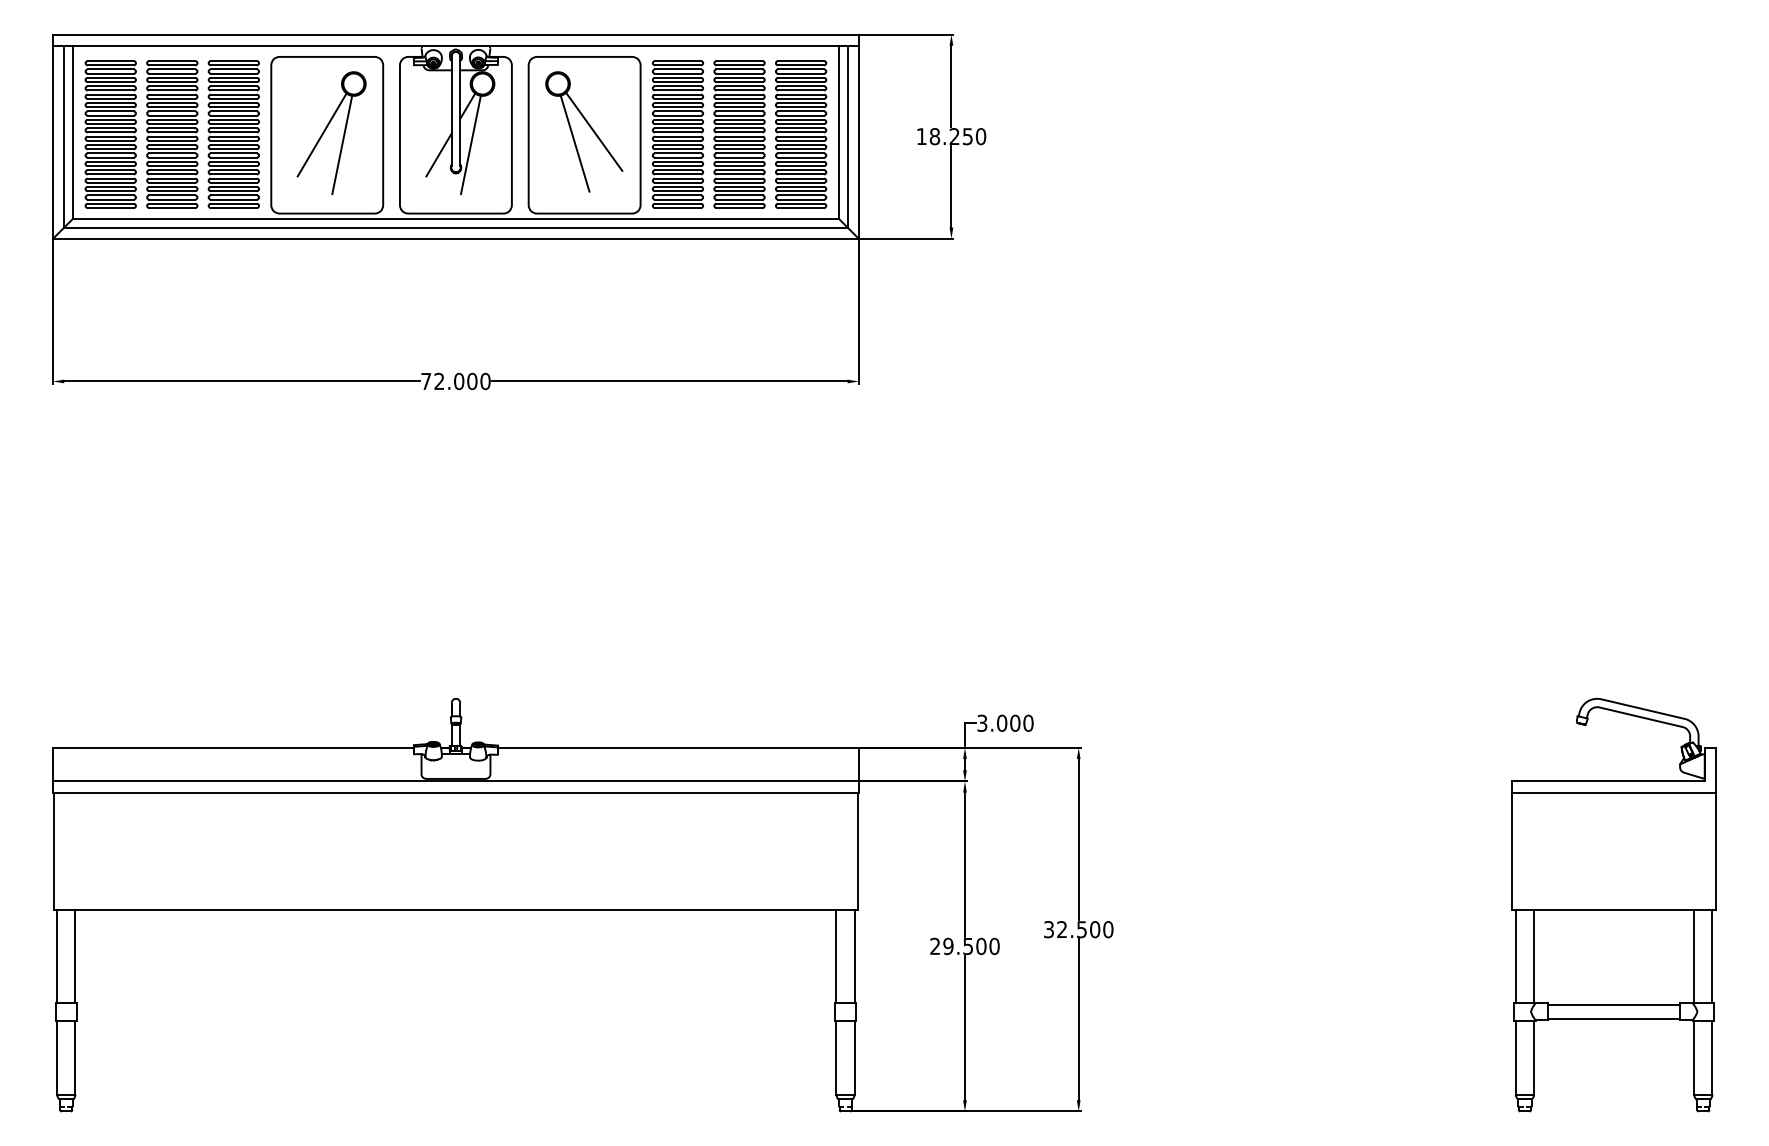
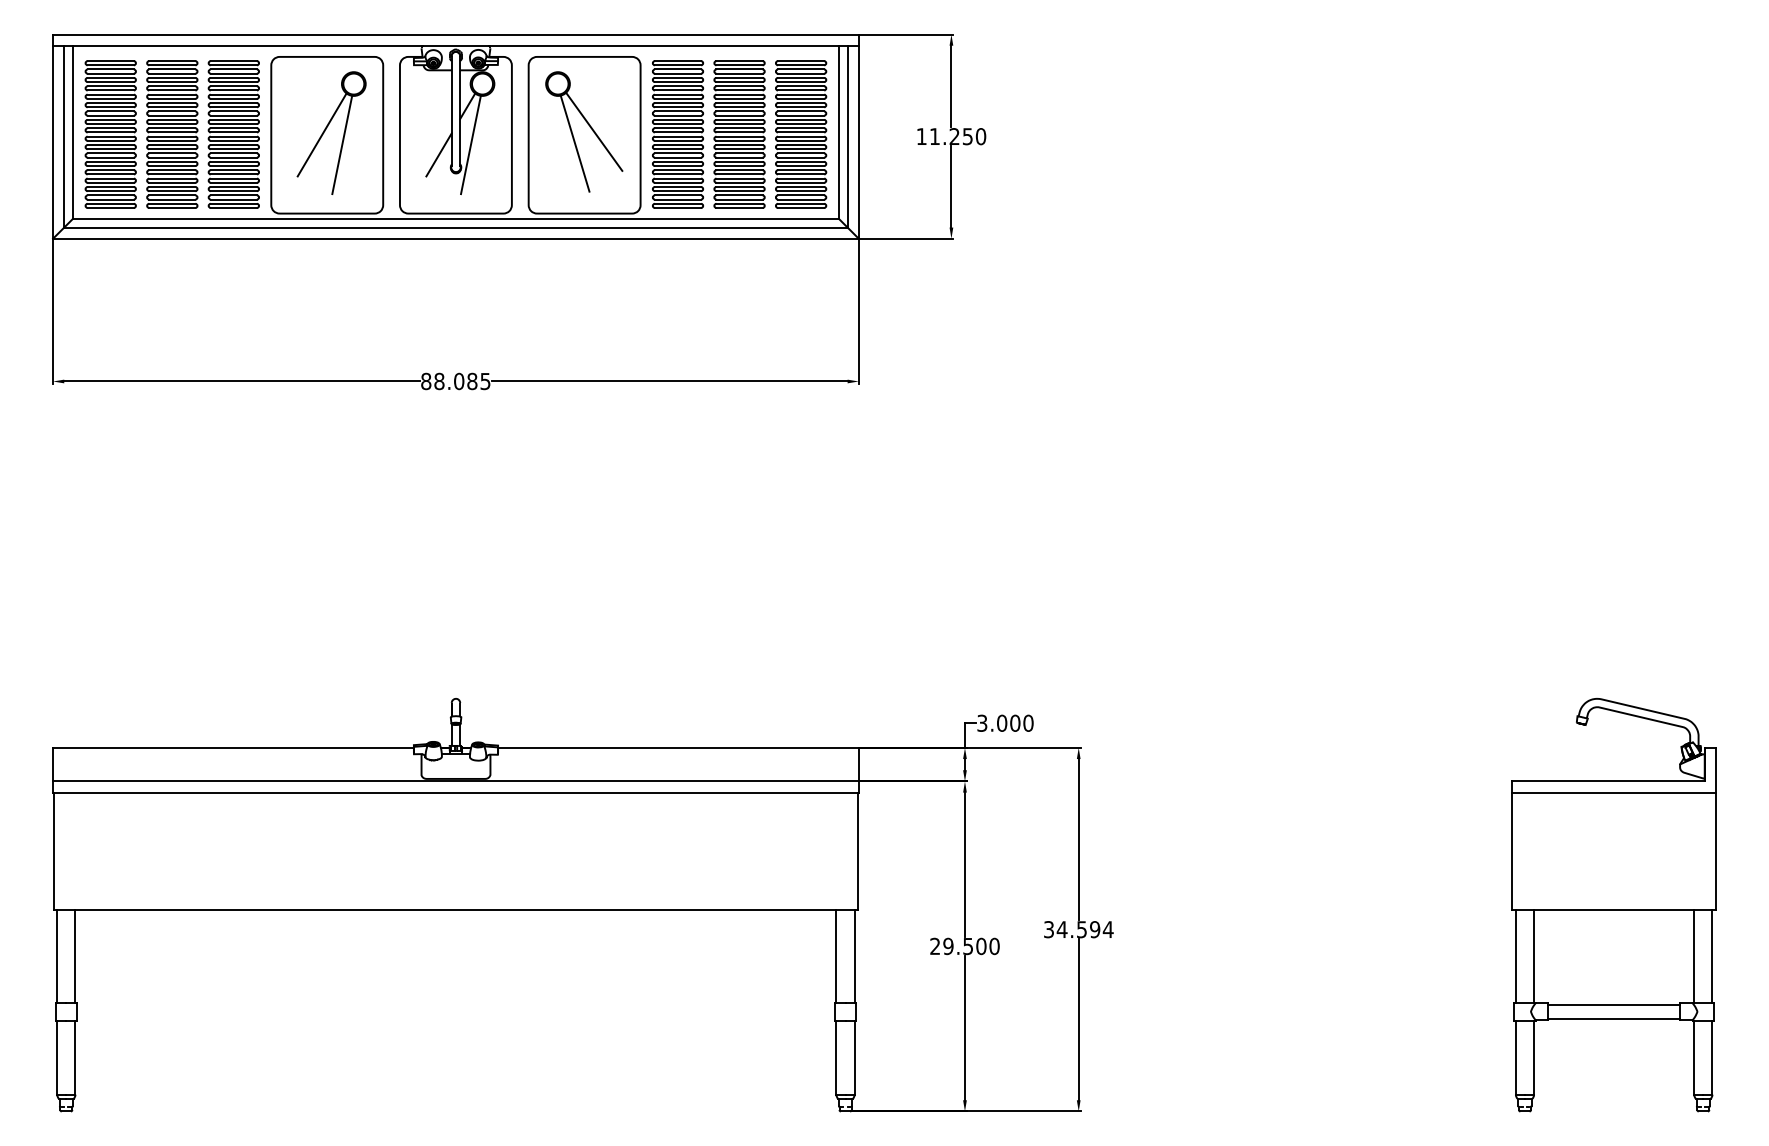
text at (934, 136): 18.250 -> 11.250
text at (455, 381): 72.000 -> 88.085
text at (1084, 929): 32.500 -> 34.594
